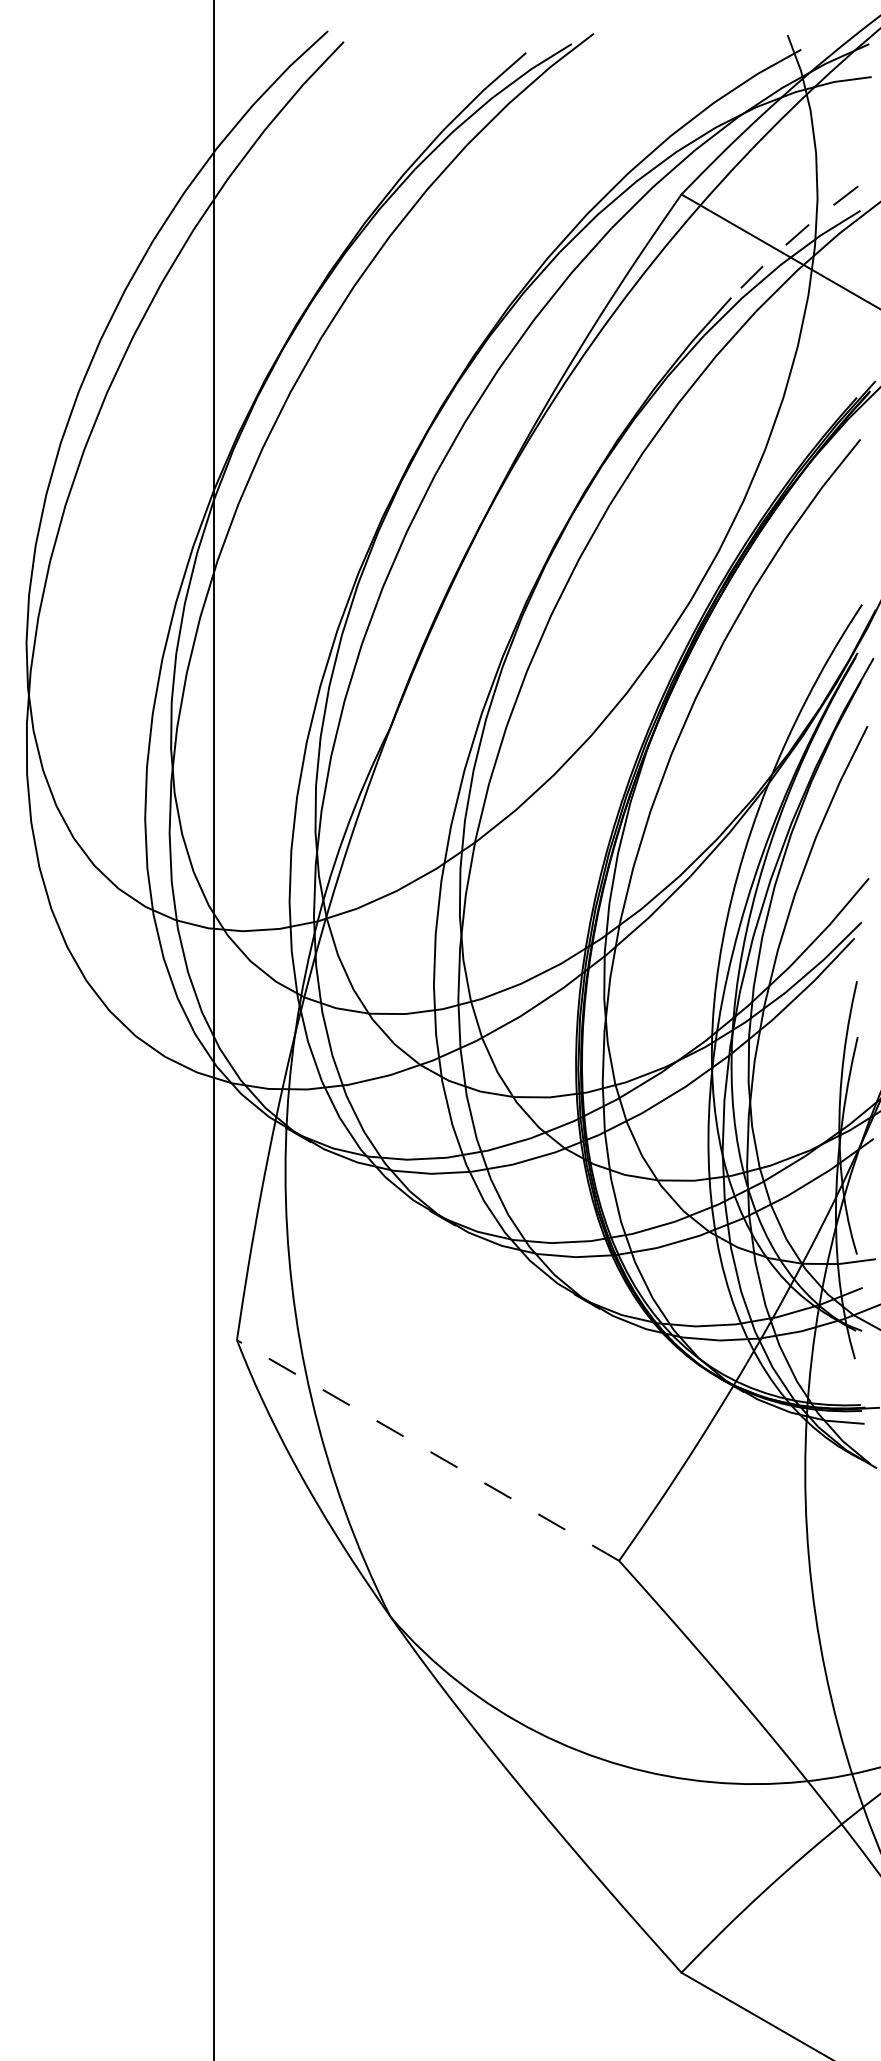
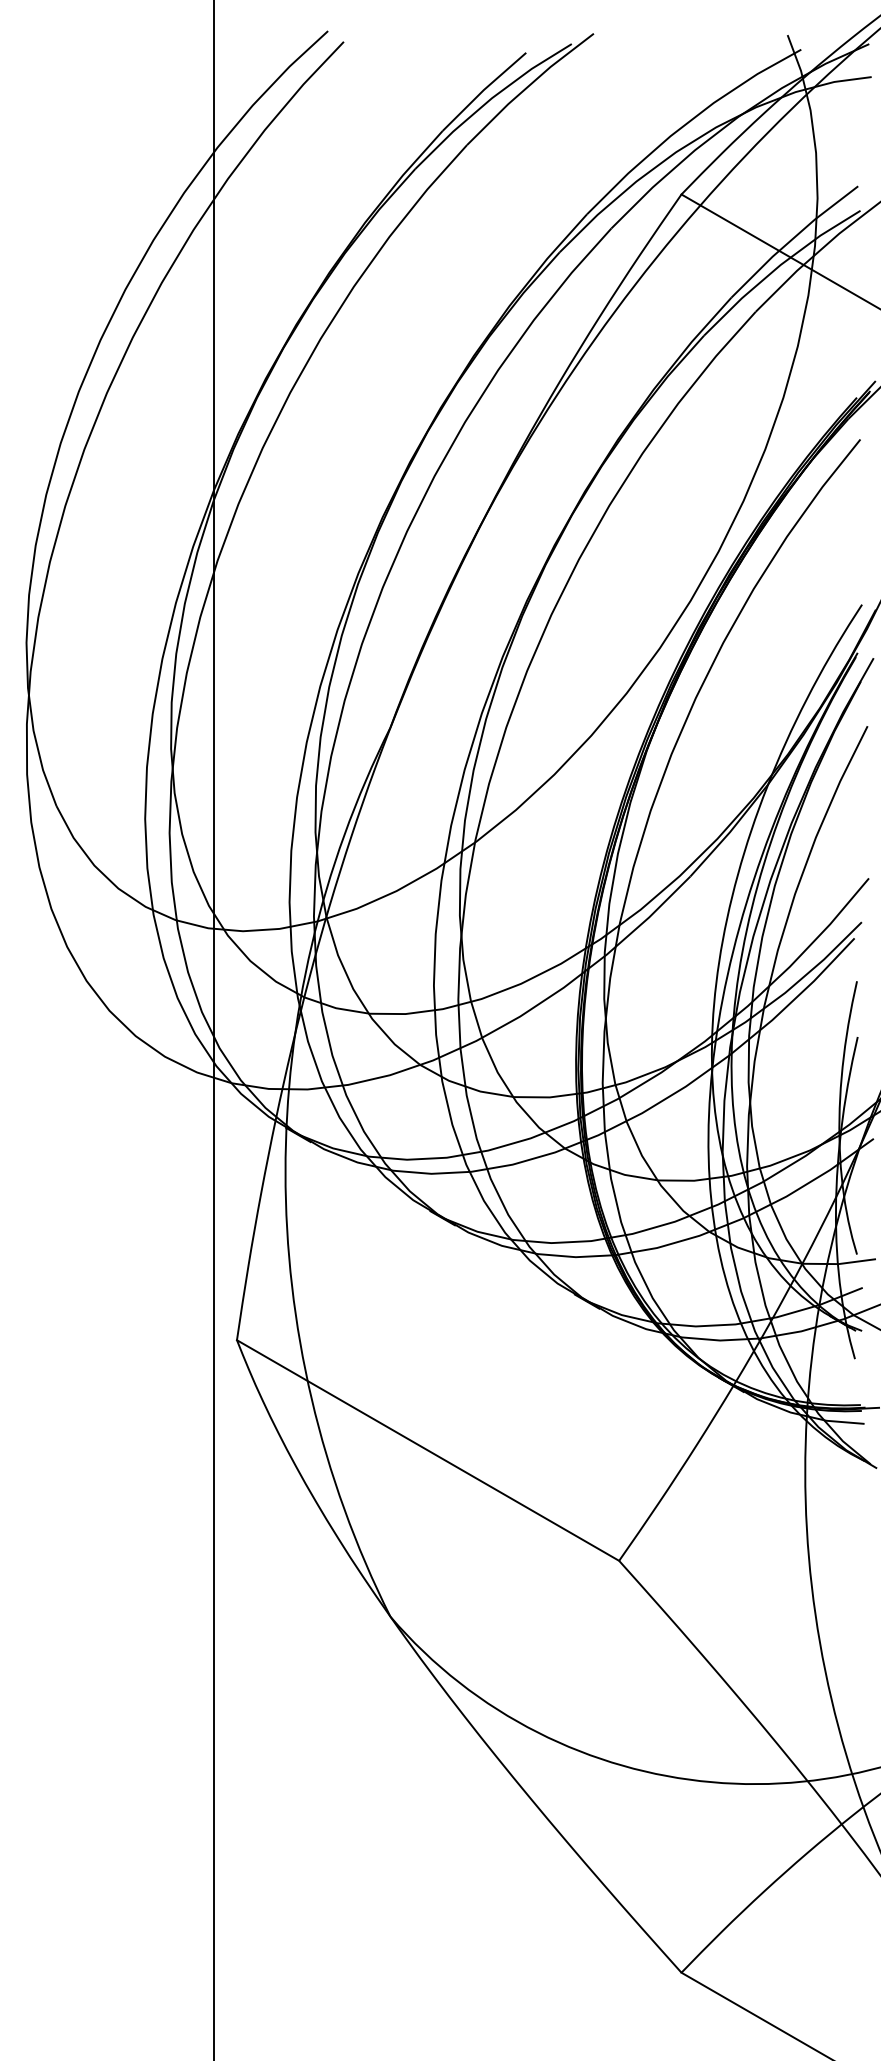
line at (791, 239): dashed -> solid
line at (428, 1450): dashed -> solid
